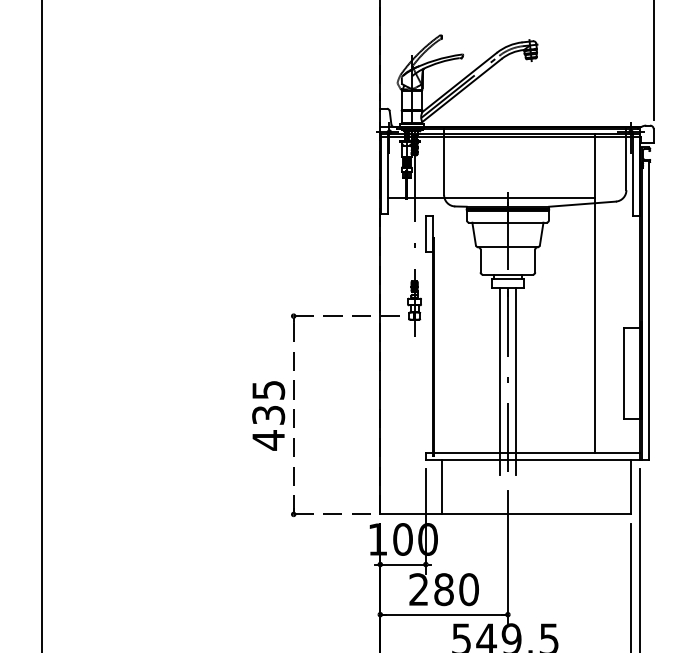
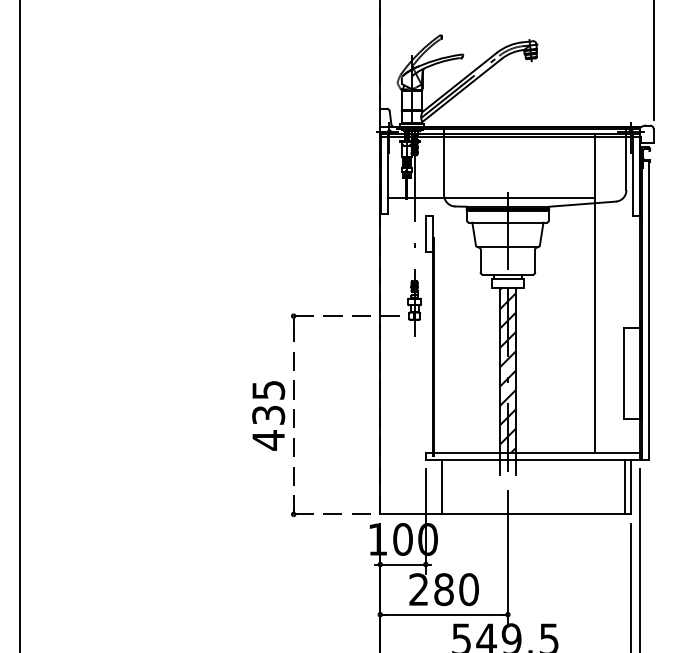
line at (42, 325) position: (42, 325) -> (20, 325)
hatch at (507, 370): none -> present
line at (625, 486): none -> present
